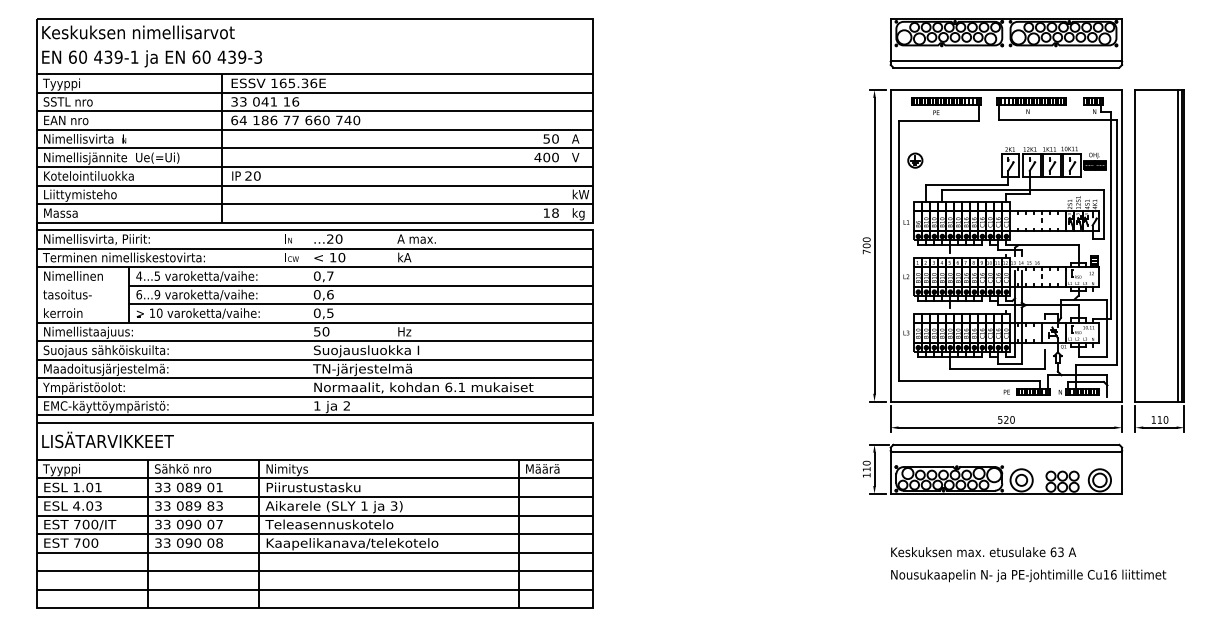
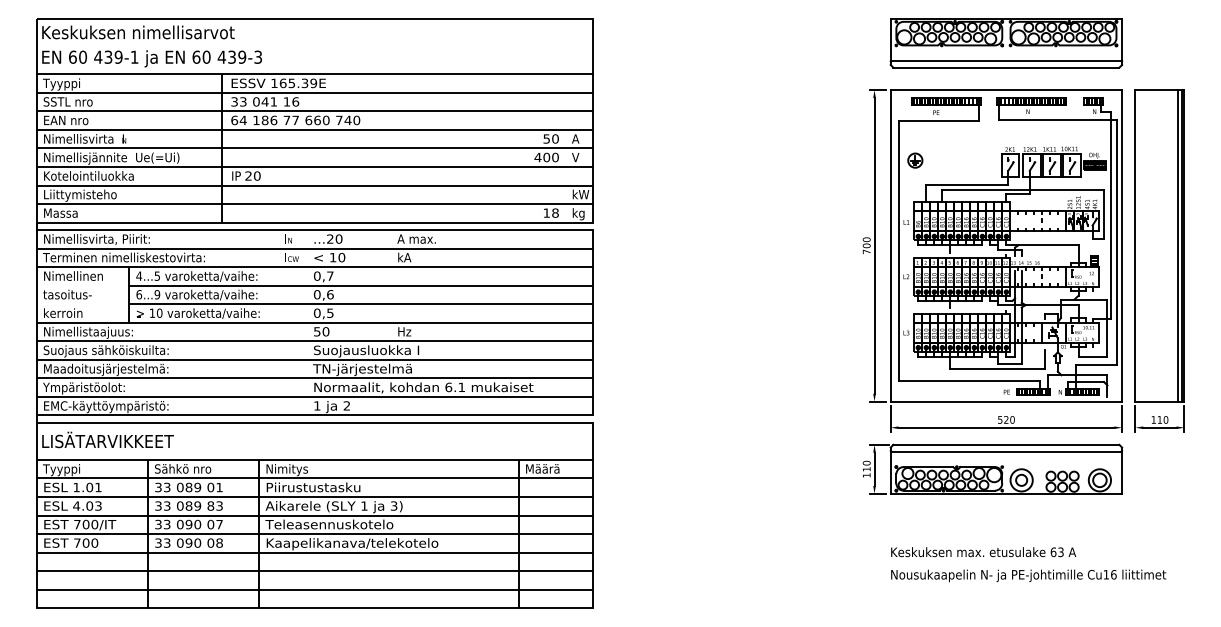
text at (313, 83): 165.36E -> 165.39E
